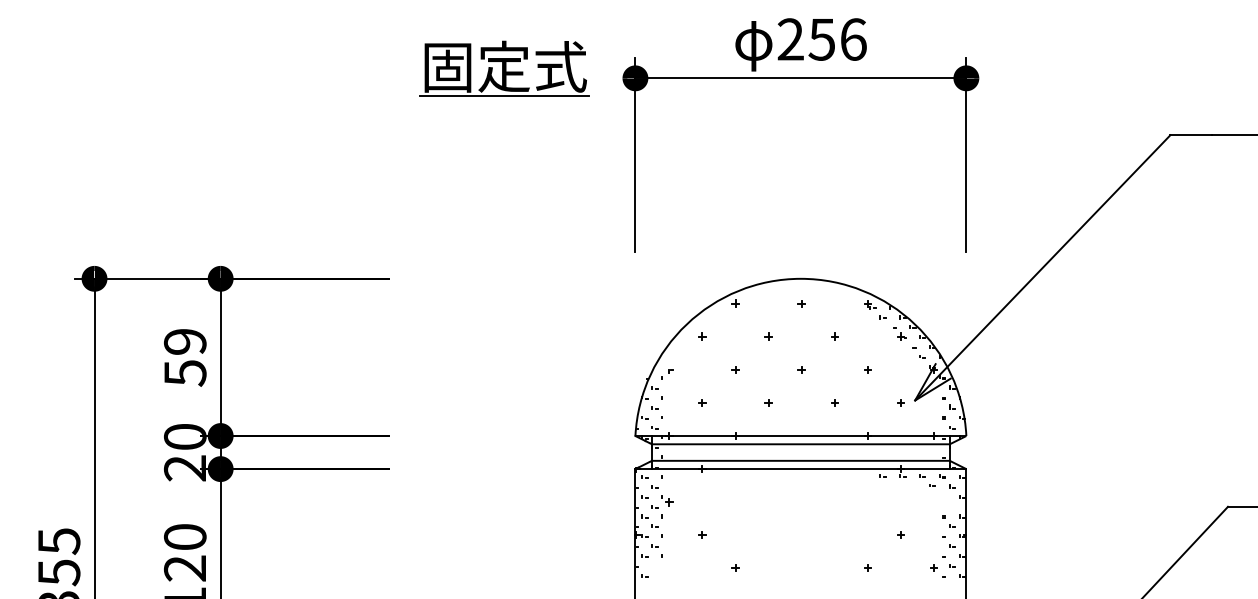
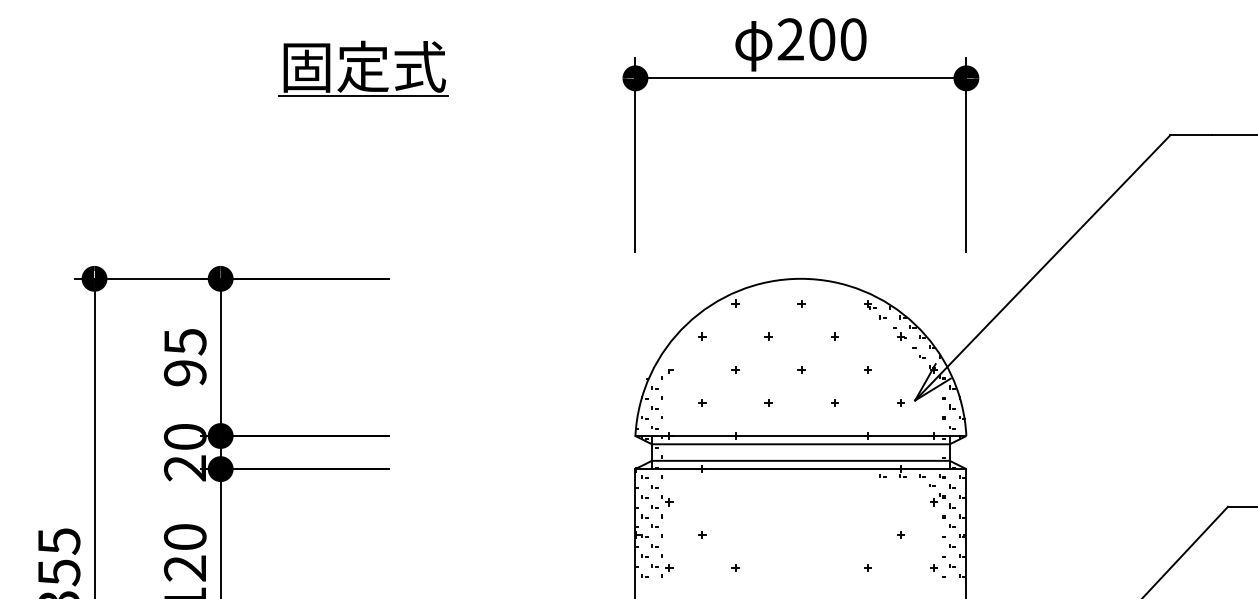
text at (837, 39): 256 -> 200
part at (504, 68) position: (504, 68) -> (363, 68)
text at (184, 357): 59 -> 95
part at (942, 500): none -> present
part at (662, 570): none -> present
